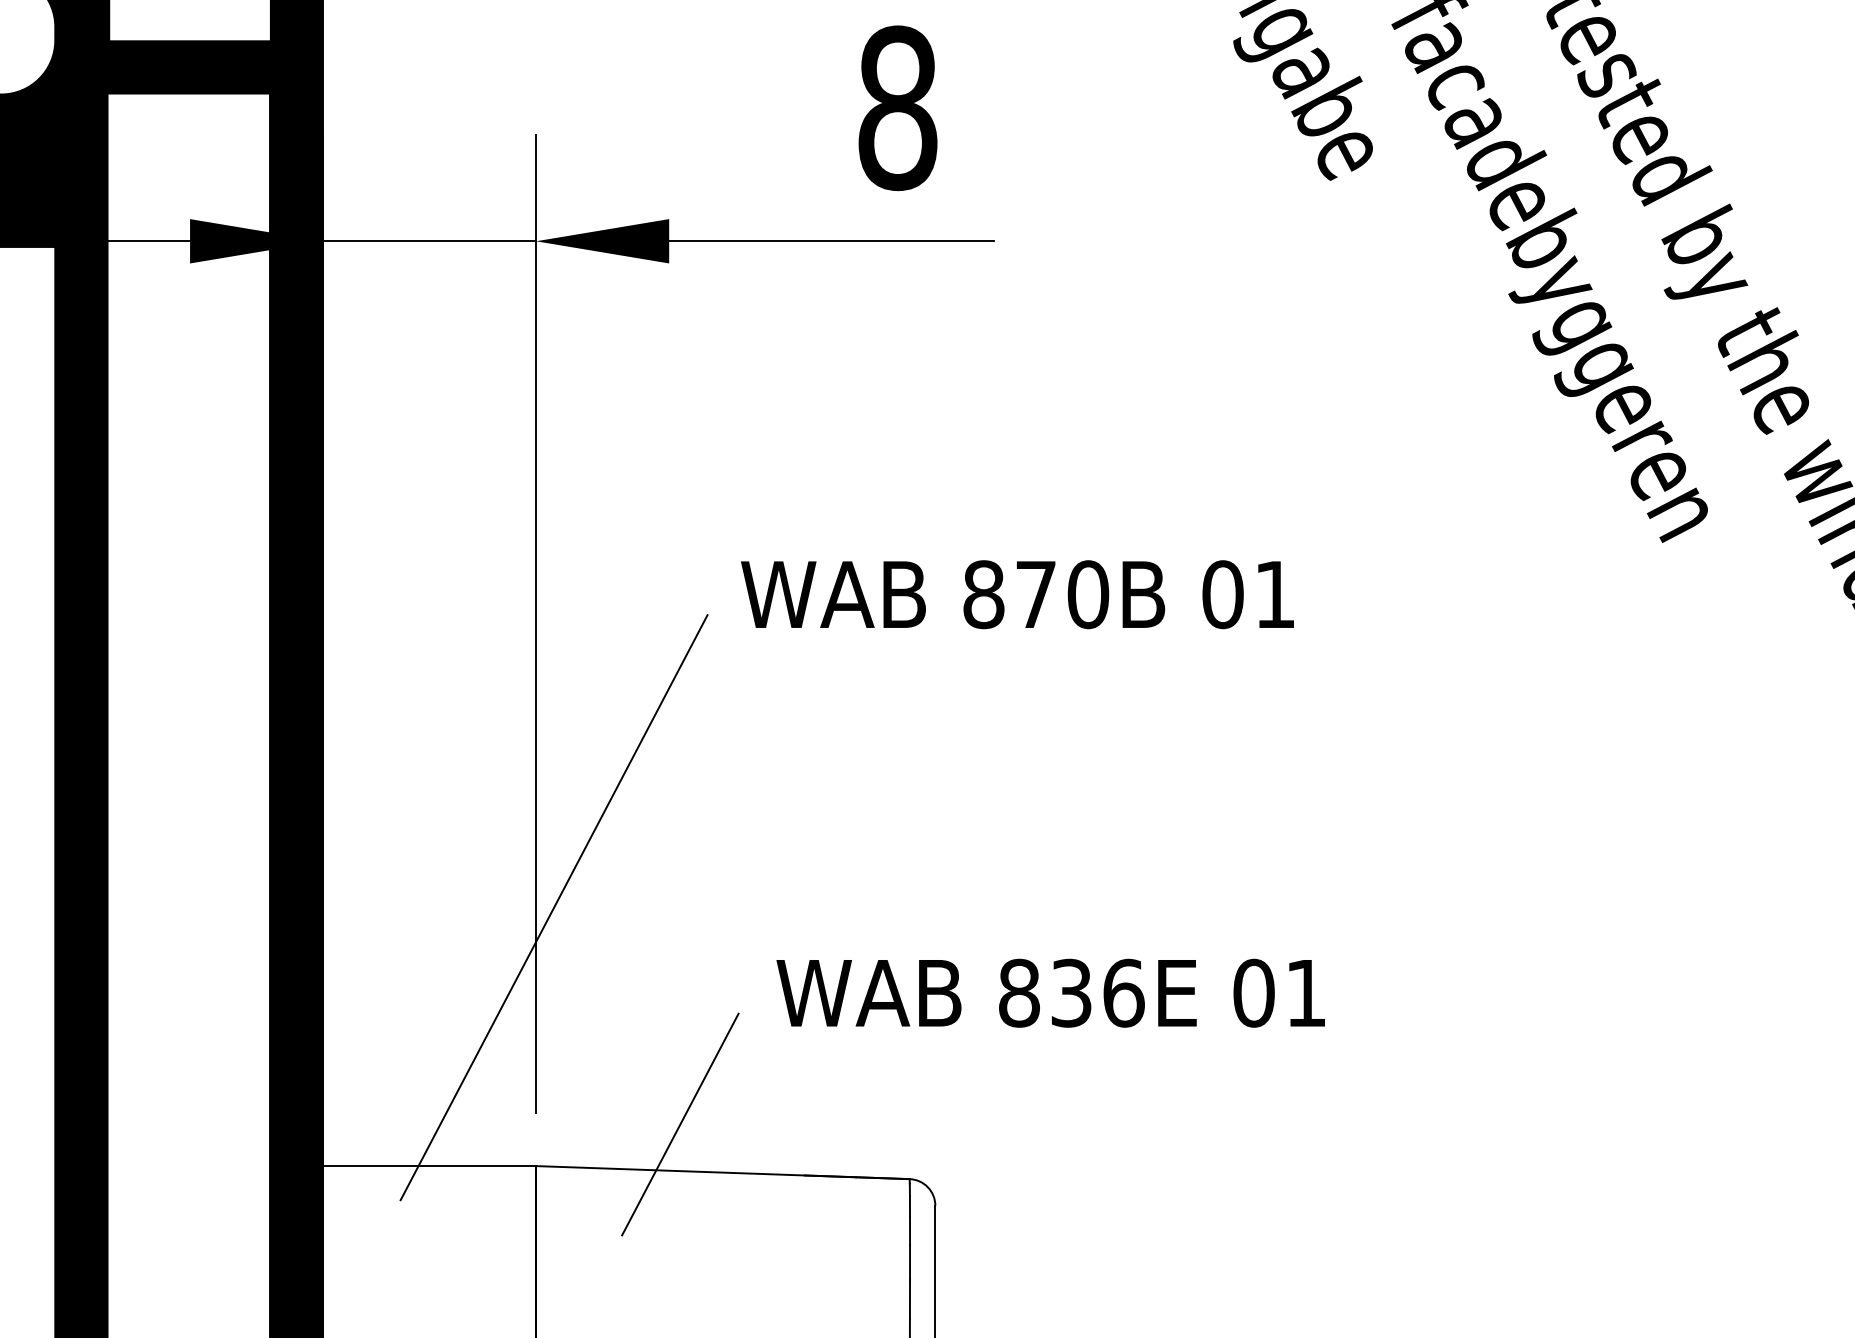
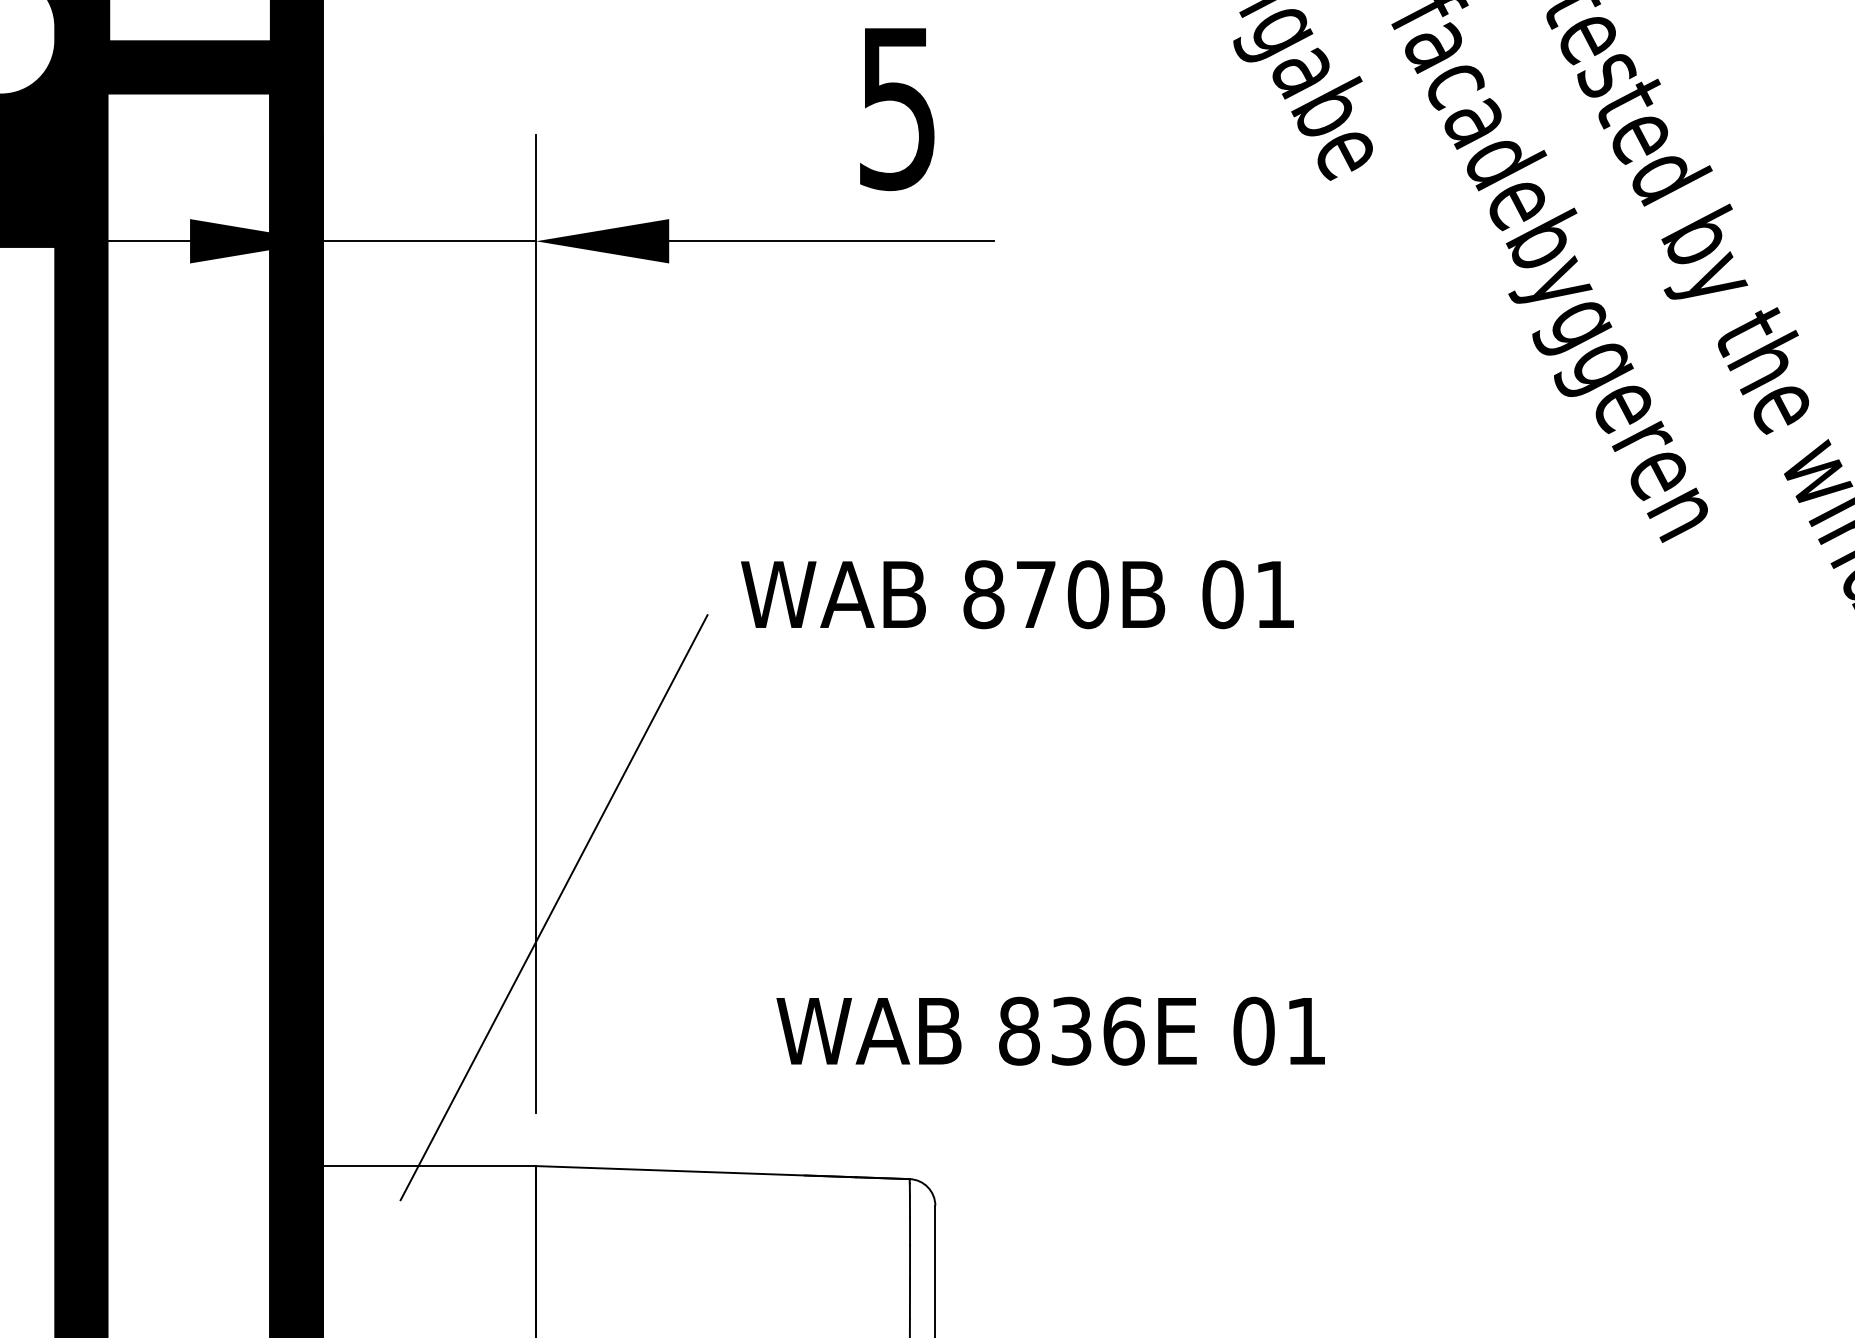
text at (897, 108): 8 -> 5
text at (1050, 992) position: (1050, 992) -> (1050, 1030)
line at (680, 1124): present -> none
